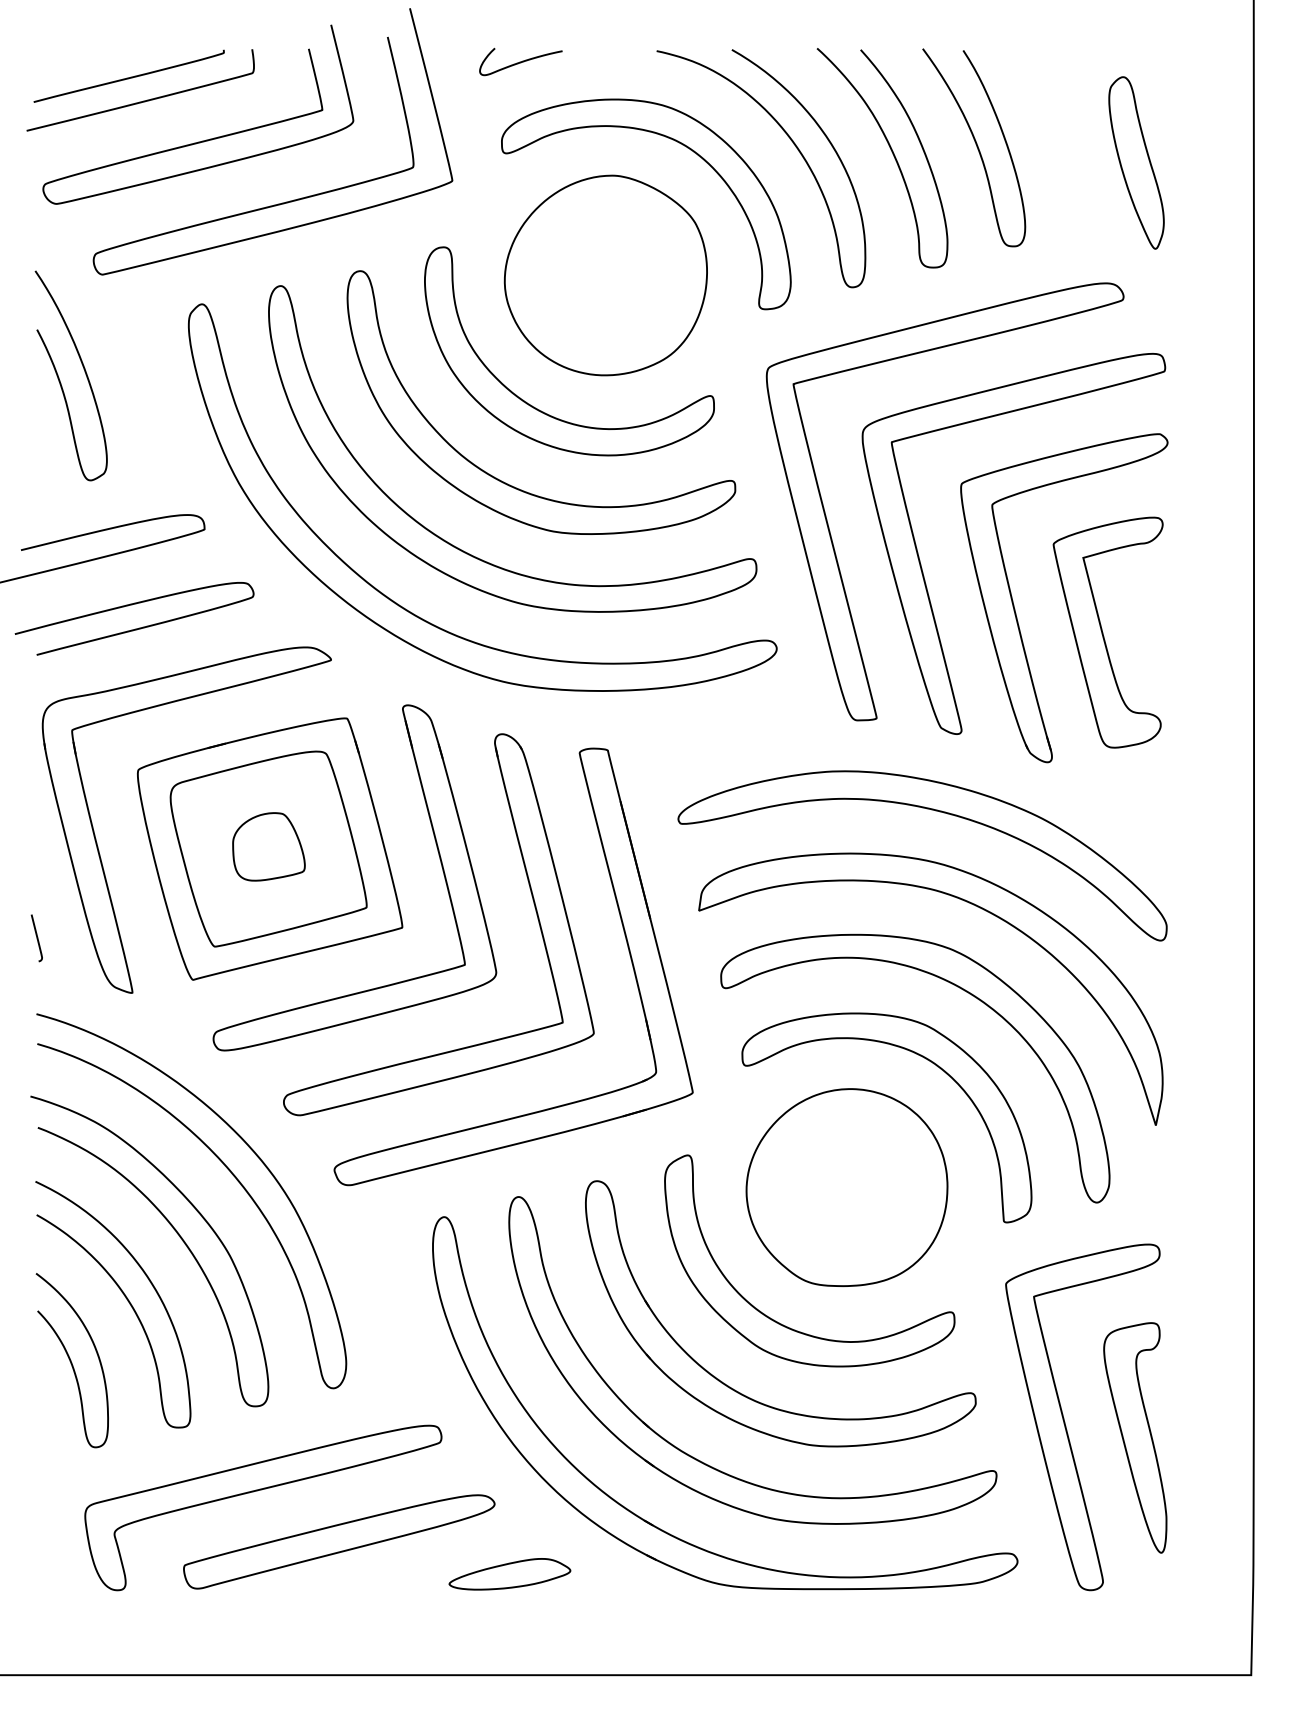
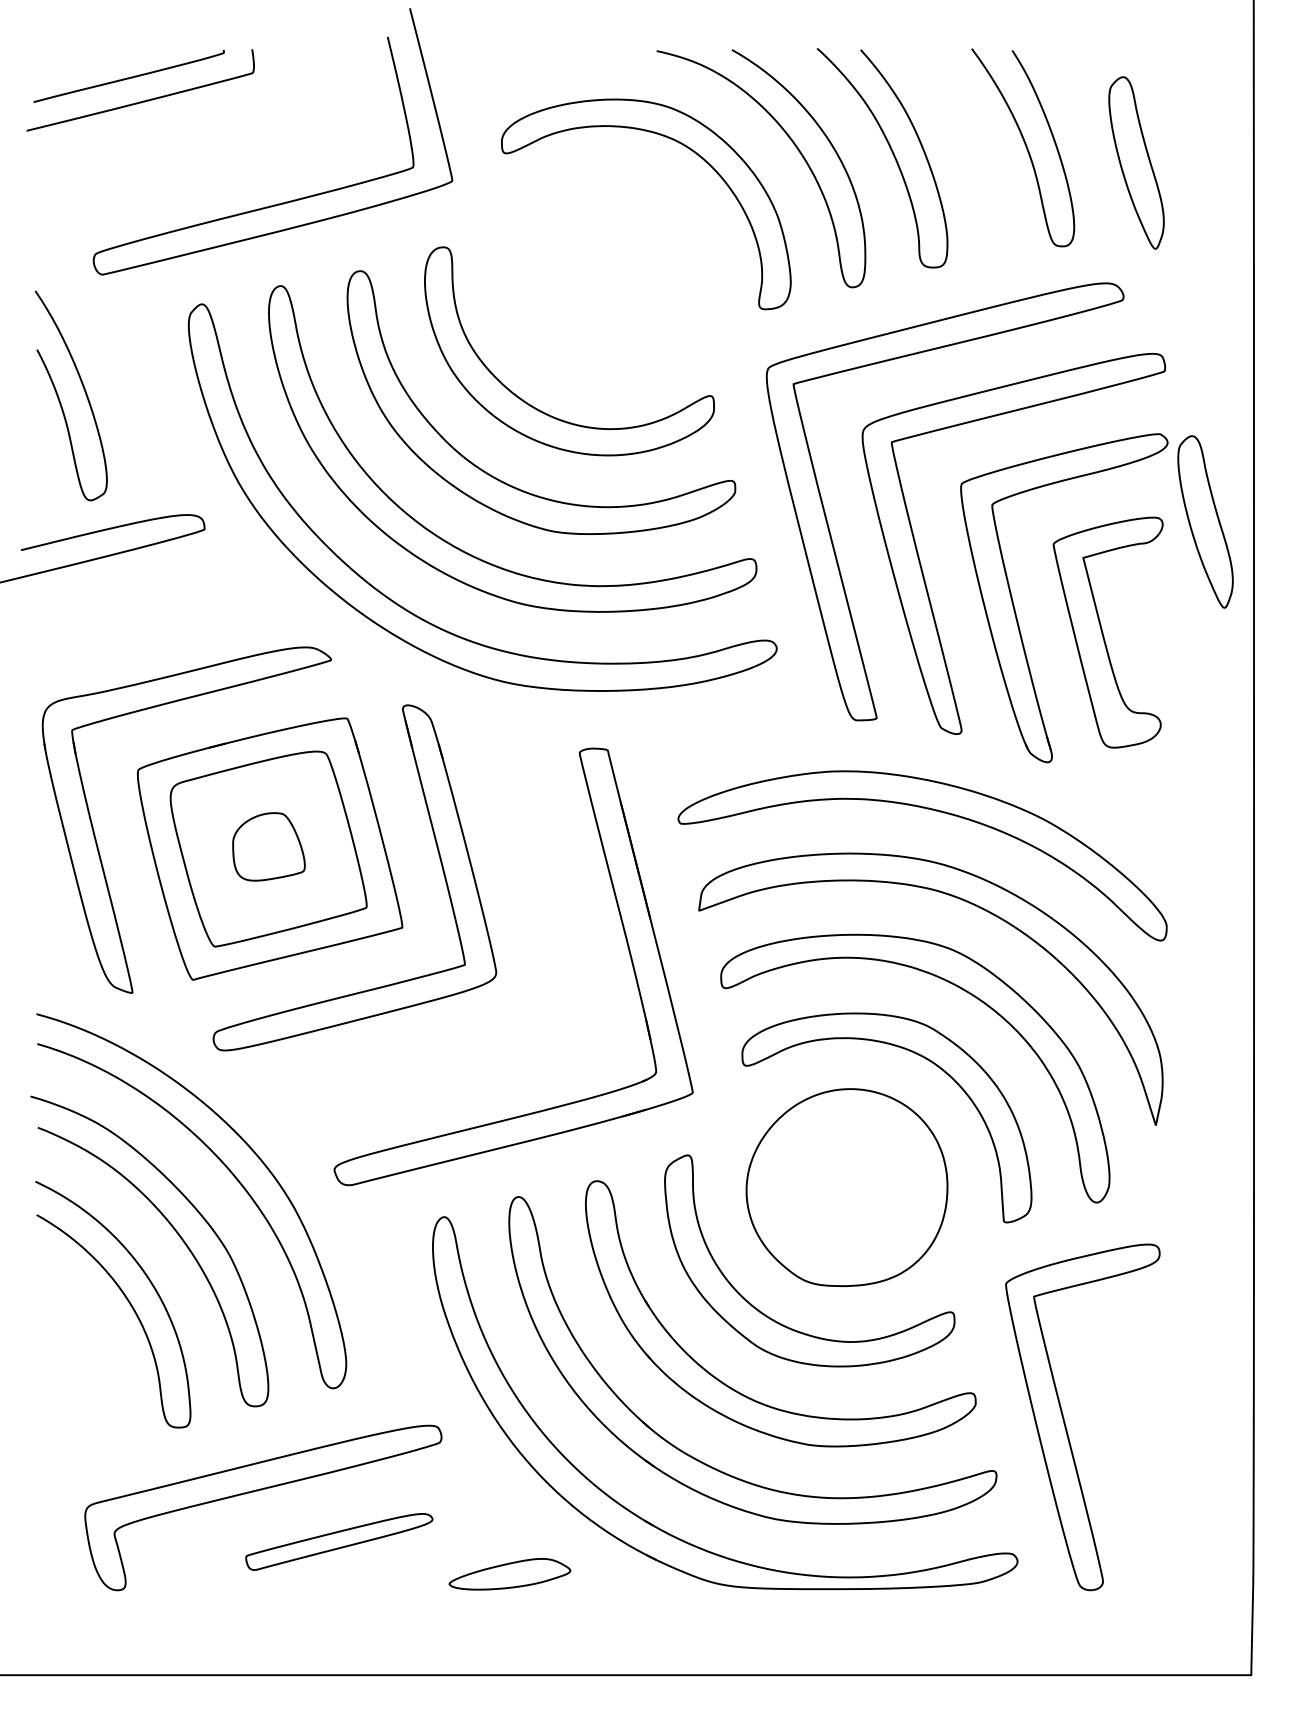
curve at (520, 61): present -> none
curve at (206, 139): present -> none
curve at (976, 147) position: (976, 147) -> (1025, 147)
part at (605, 275): present -> none
curve at (59, 377) position: (59, 377) -> (59, 397)
part at (1205, 521): none -> present
curve at (135, 628): present -> none
part at (532, 900): present -> none
curve at (36, 938): present -> none
curve at (71, 1360): present -> none
part at (1135, 1437): present -> none
part at (339, 1541) size: 313x96 px -> 189x58 px
